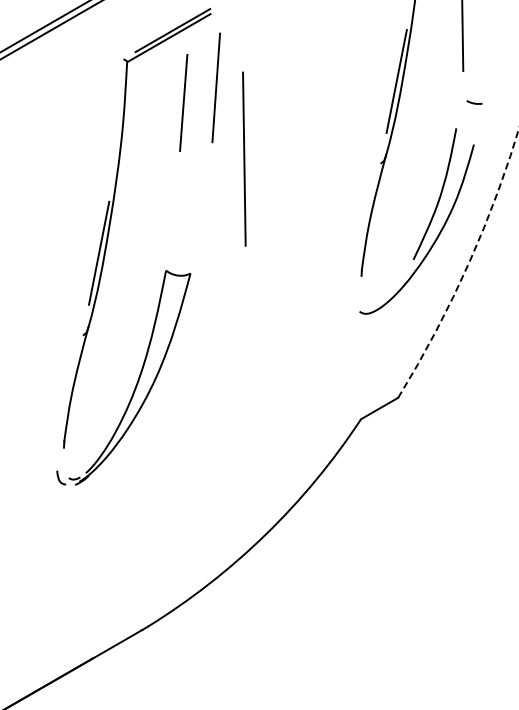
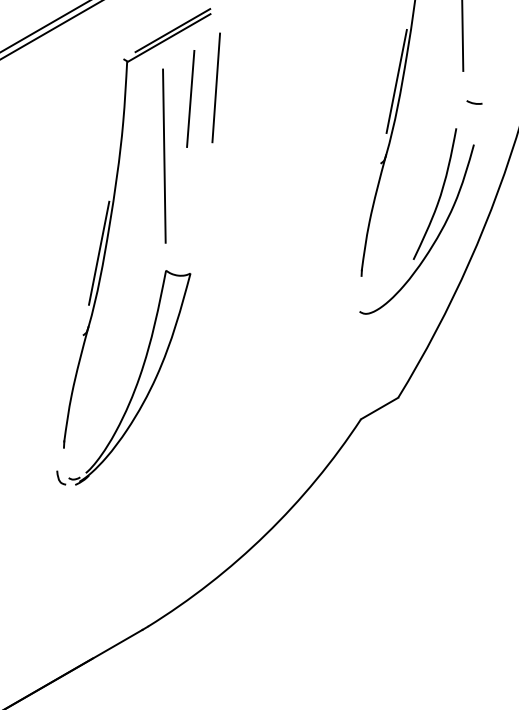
line at (183, 102) position: (183, 102) -> (190, 98)
line at (244, 158) position: (244, 158) -> (164, 155)
arc at (467, 266): dashed -> solid
